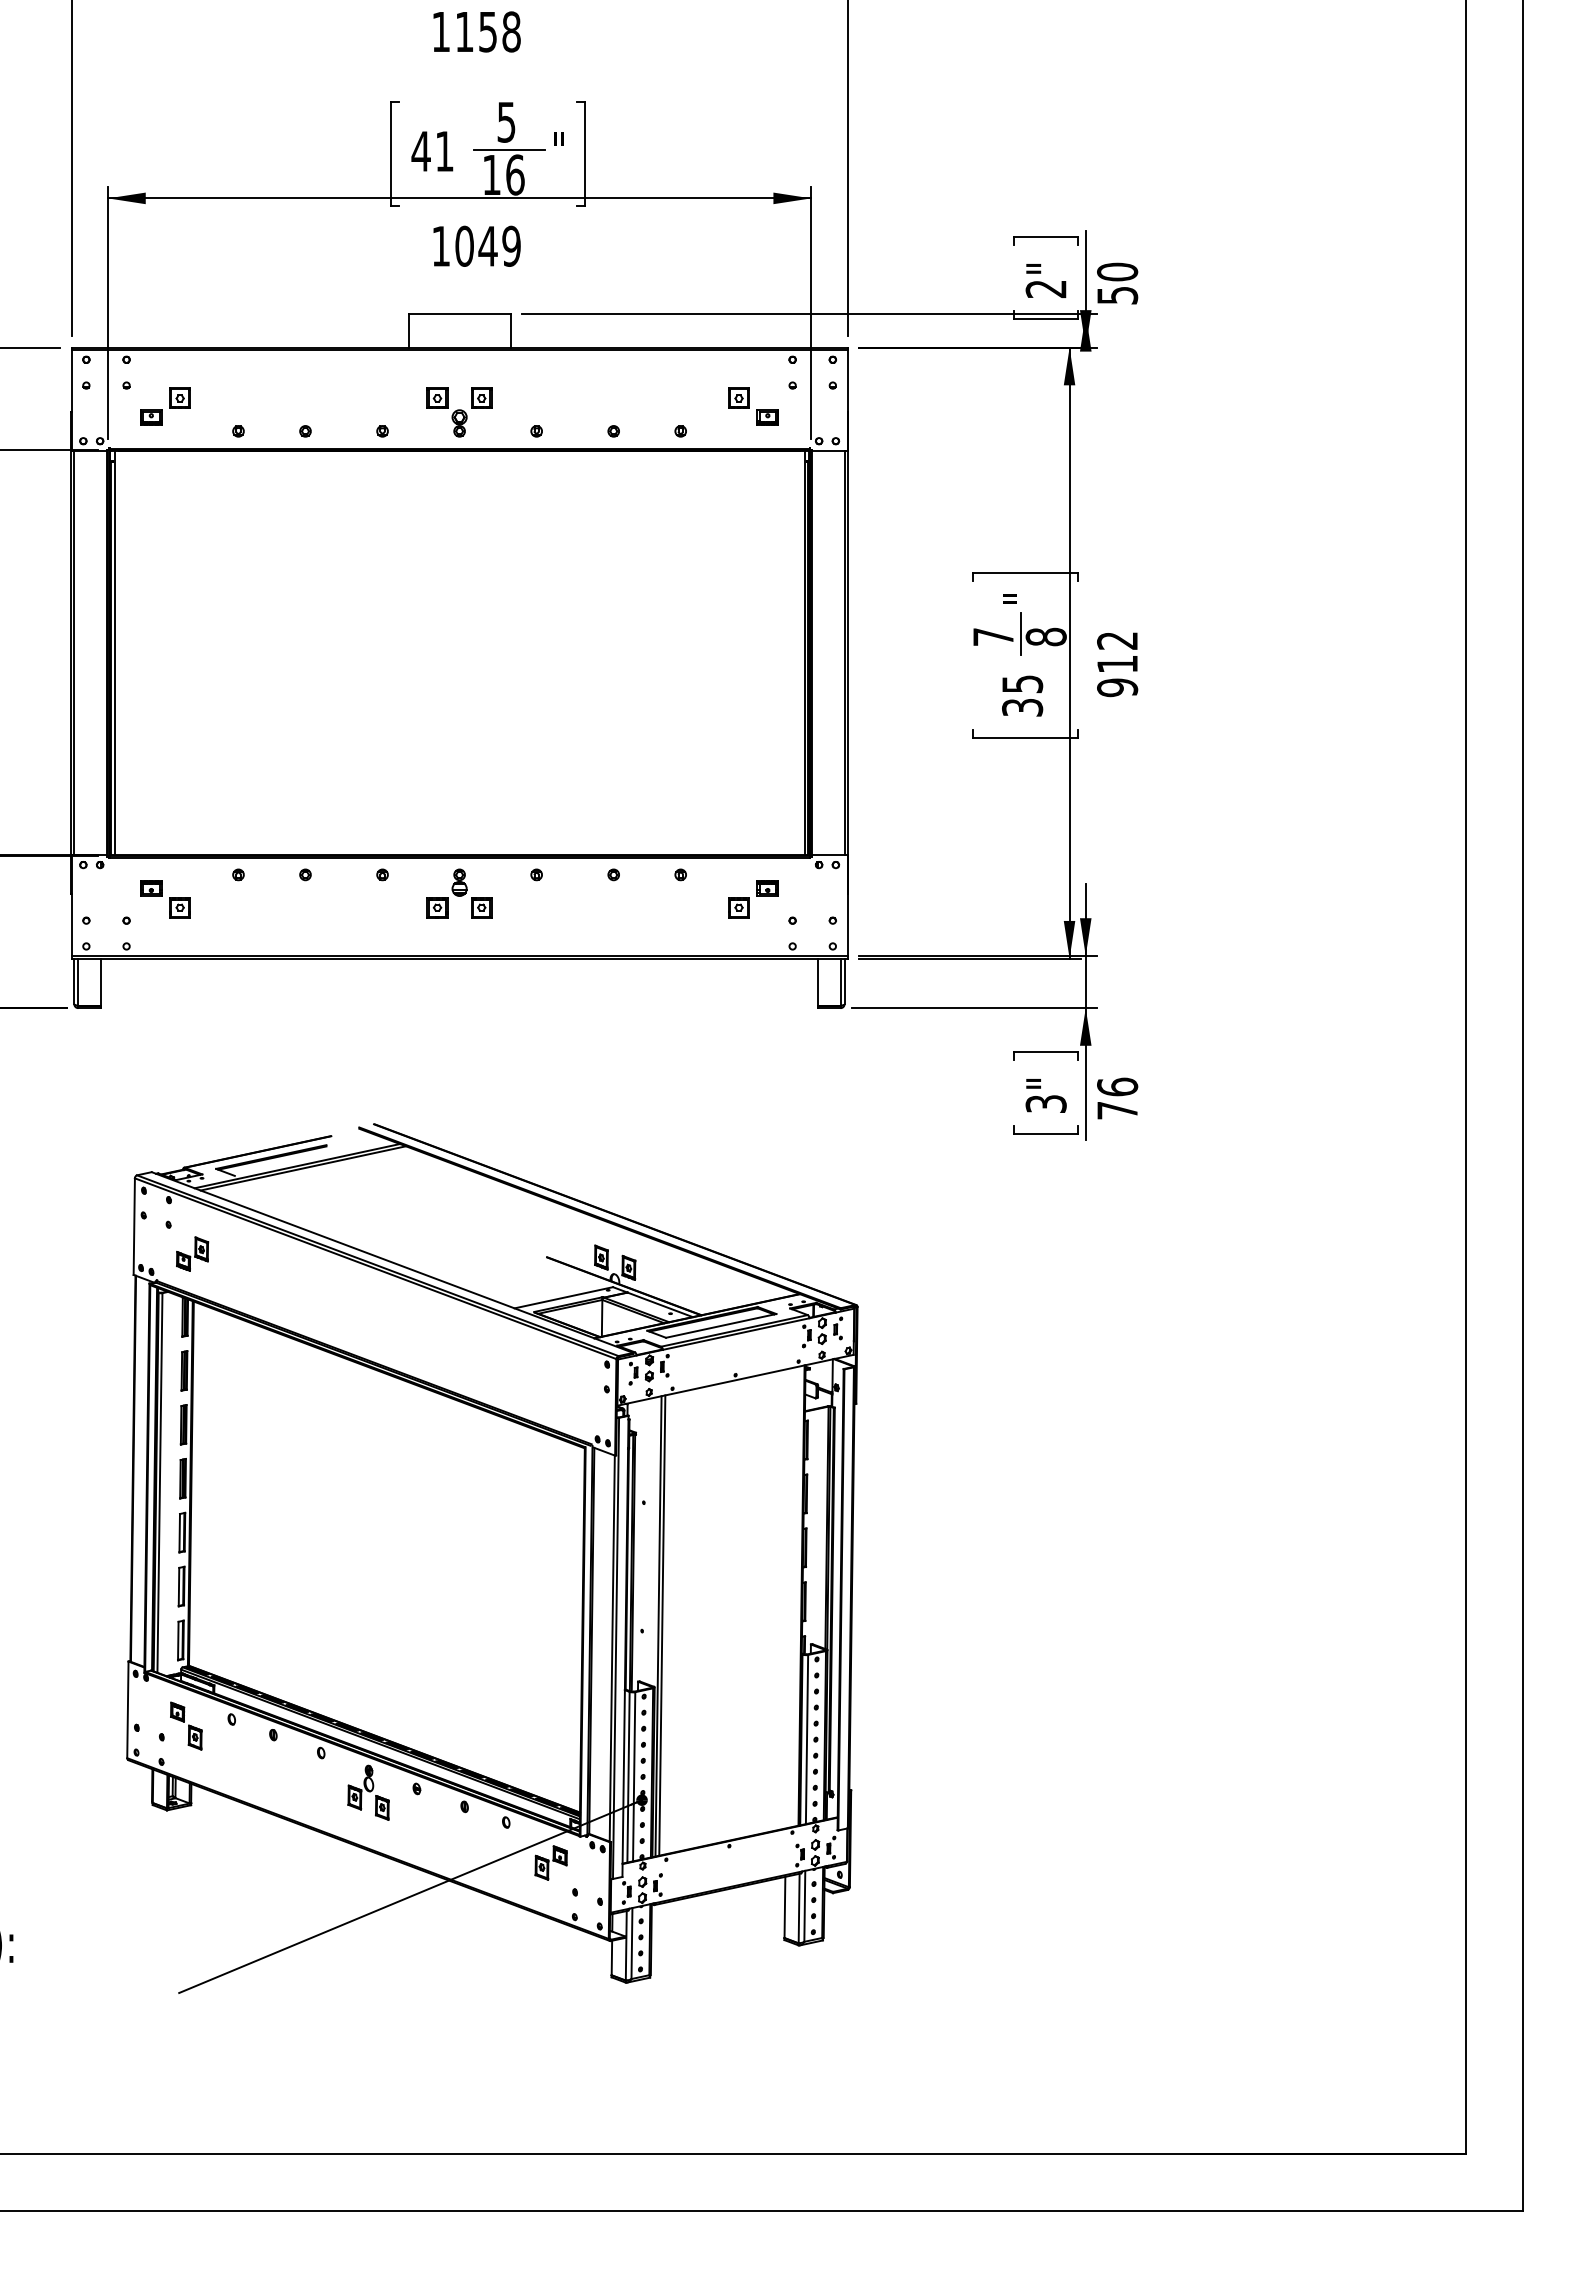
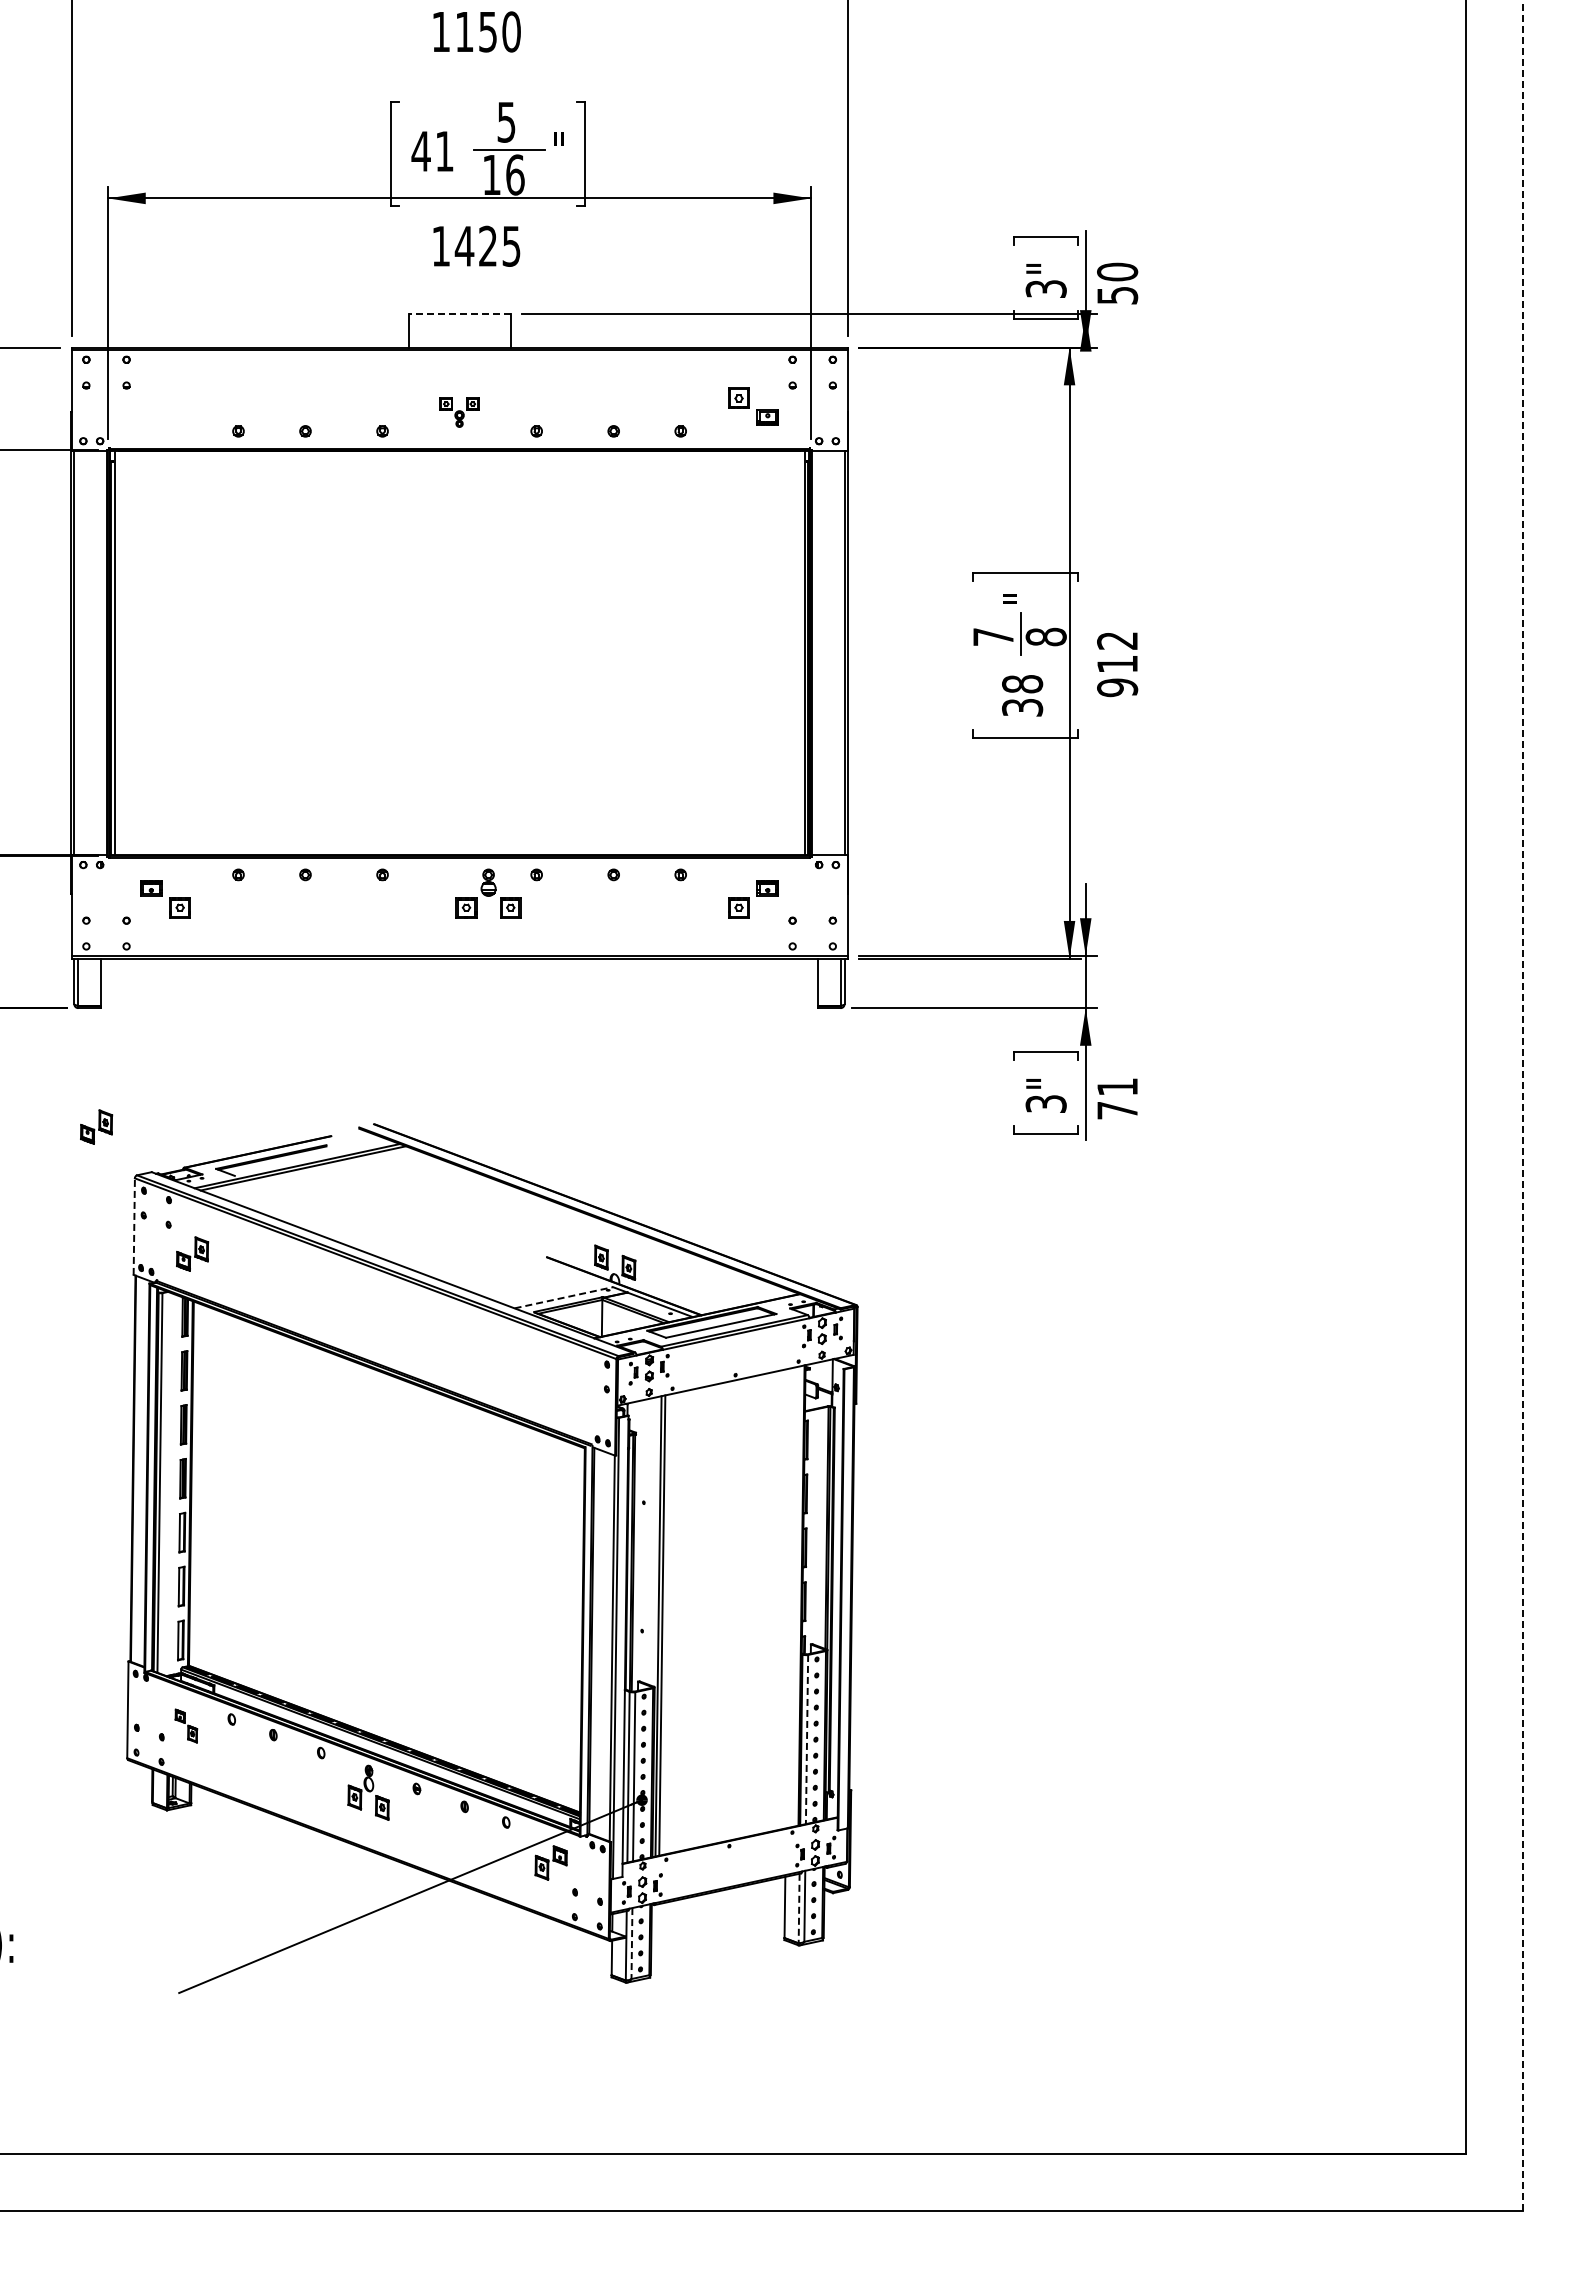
text at (511, 31): 1158 -> 1150
text at (487, 245): 1049 -> 1425
text at (1046, 289): 2" -> 3"
line at (459, 314): solid -> dashed
part at (165, 406): present -> none
part at (459, 412) size: 67x51 px -> 41x31 px
text at (1022, 684): 35 -> 38
part at (459, 893) position: (459, 893) -> (488, 893)
text at (1117, 1086): 76 -> 71
line at (1522, 1104): solid -> dashed
part at (96, 1126): none -> present
line at (134, 1226): solid -> dashed
line at (564, 1297): solid -> dashed
part at (186, 1725) size: 33x50 px -> 25x36 px
line at (807, 1739): solid -> dashed
line at (799, 1908): solid -> dashed
line at (631, 1943): solid -> dashed
